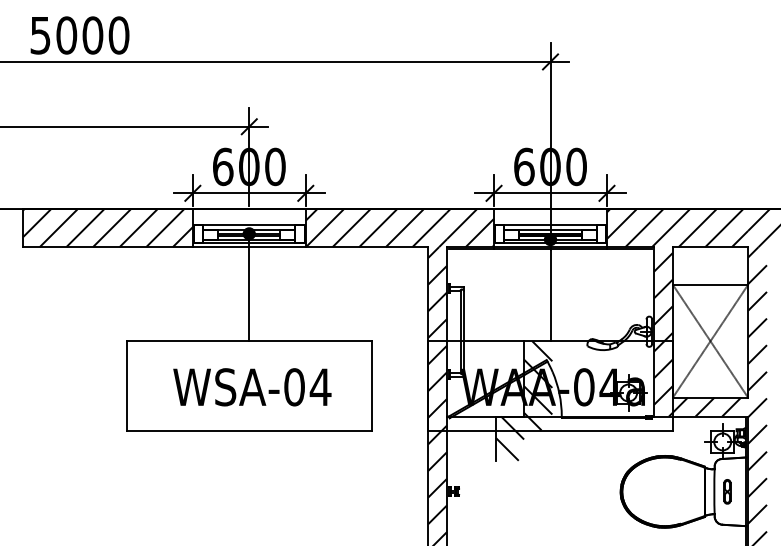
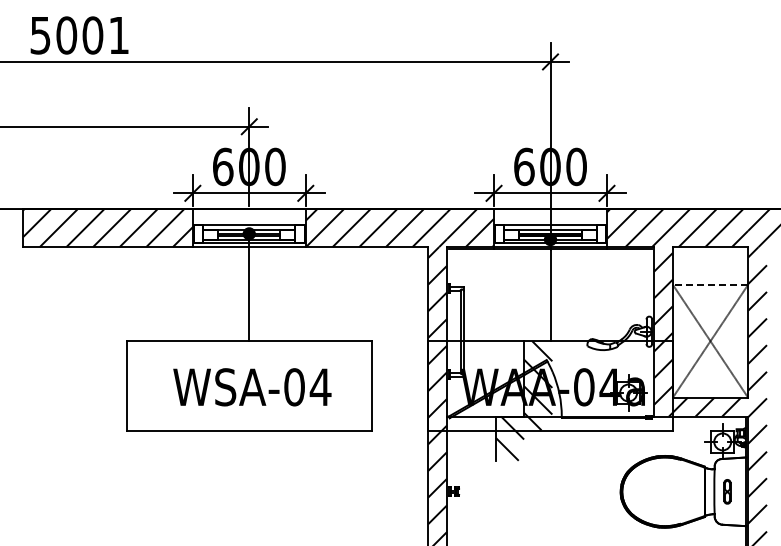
text at (118, 35): 5000 -> 5001
line at (710, 284): solid -> dashed
